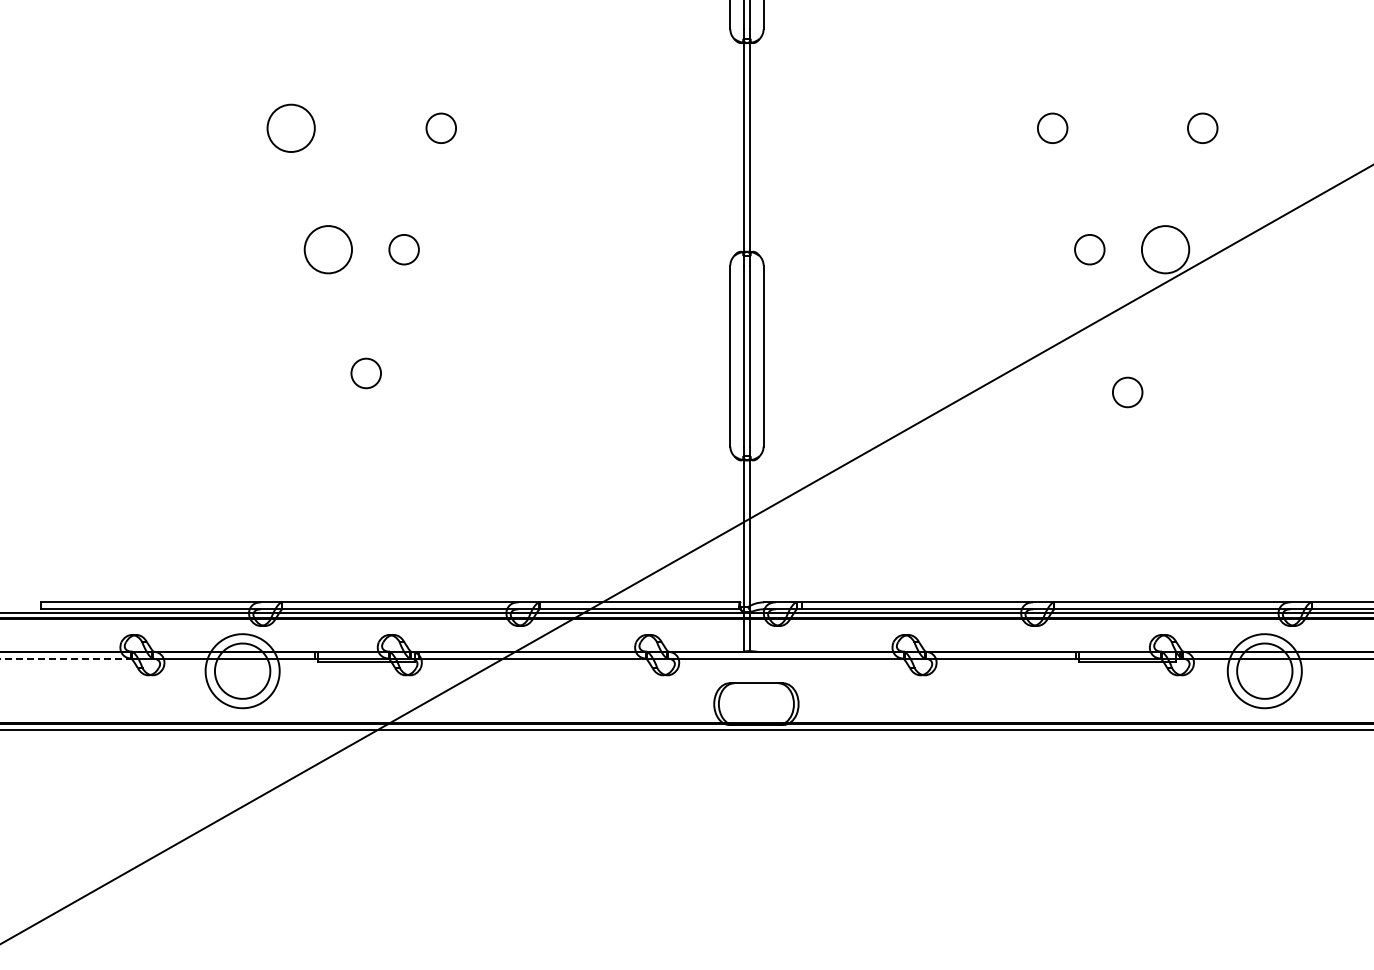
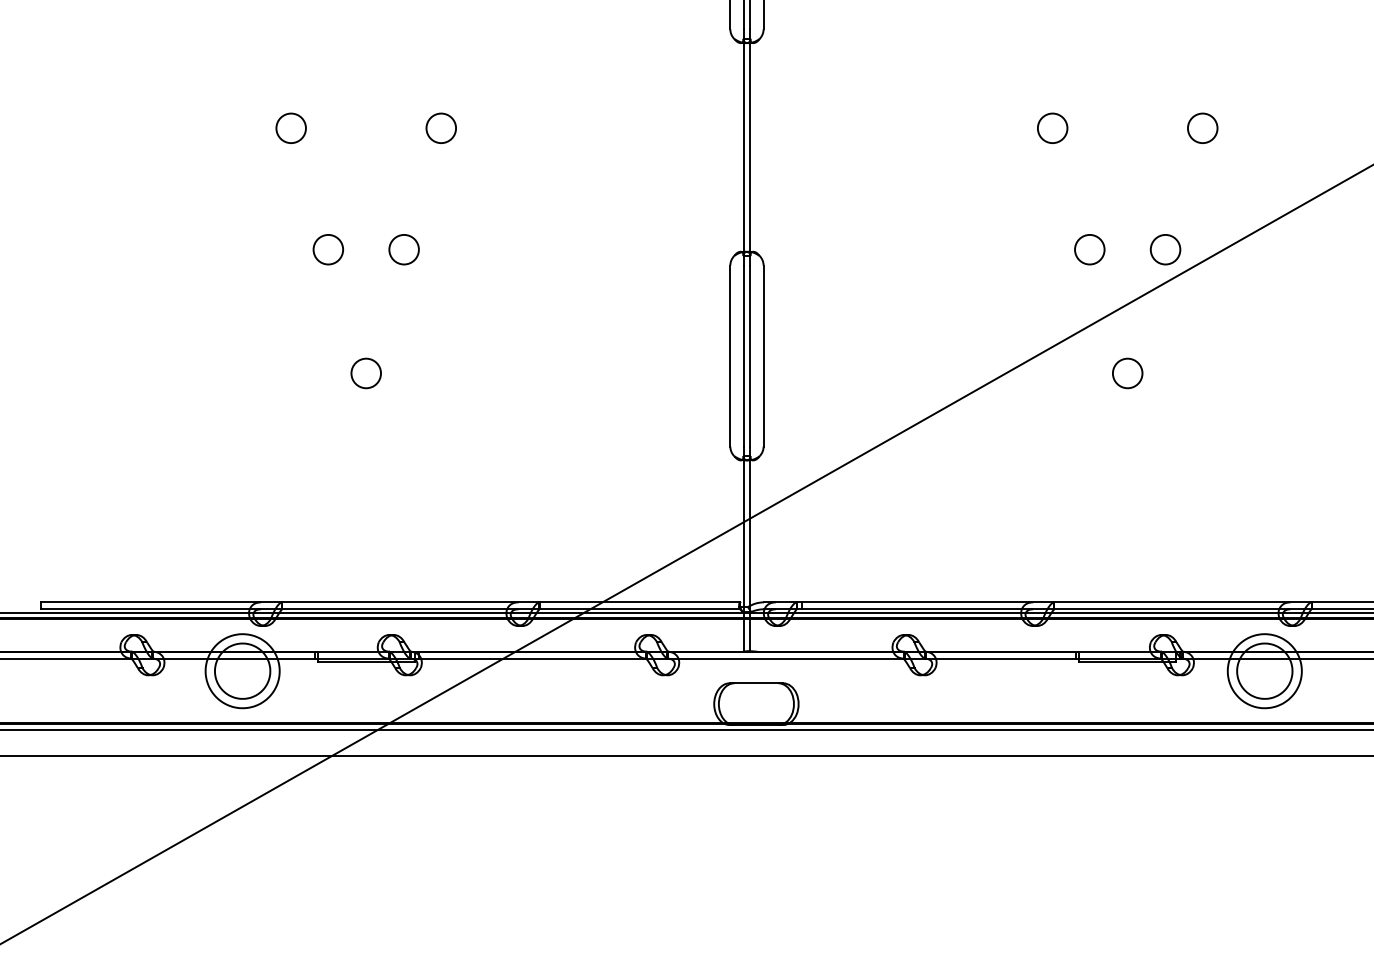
circle at (290, 128) diameter: 47 px -> 30 px
circle at (328, 249) diameter: 47 px -> 30 px
circle at (1165, 249) diameter: 47 px -> 30 px
circle at (1127, 392) position: (1127, 392) -> (1127, 373)
line at (66, 658): dashed -> solid
line at (686, 756): none -> present
